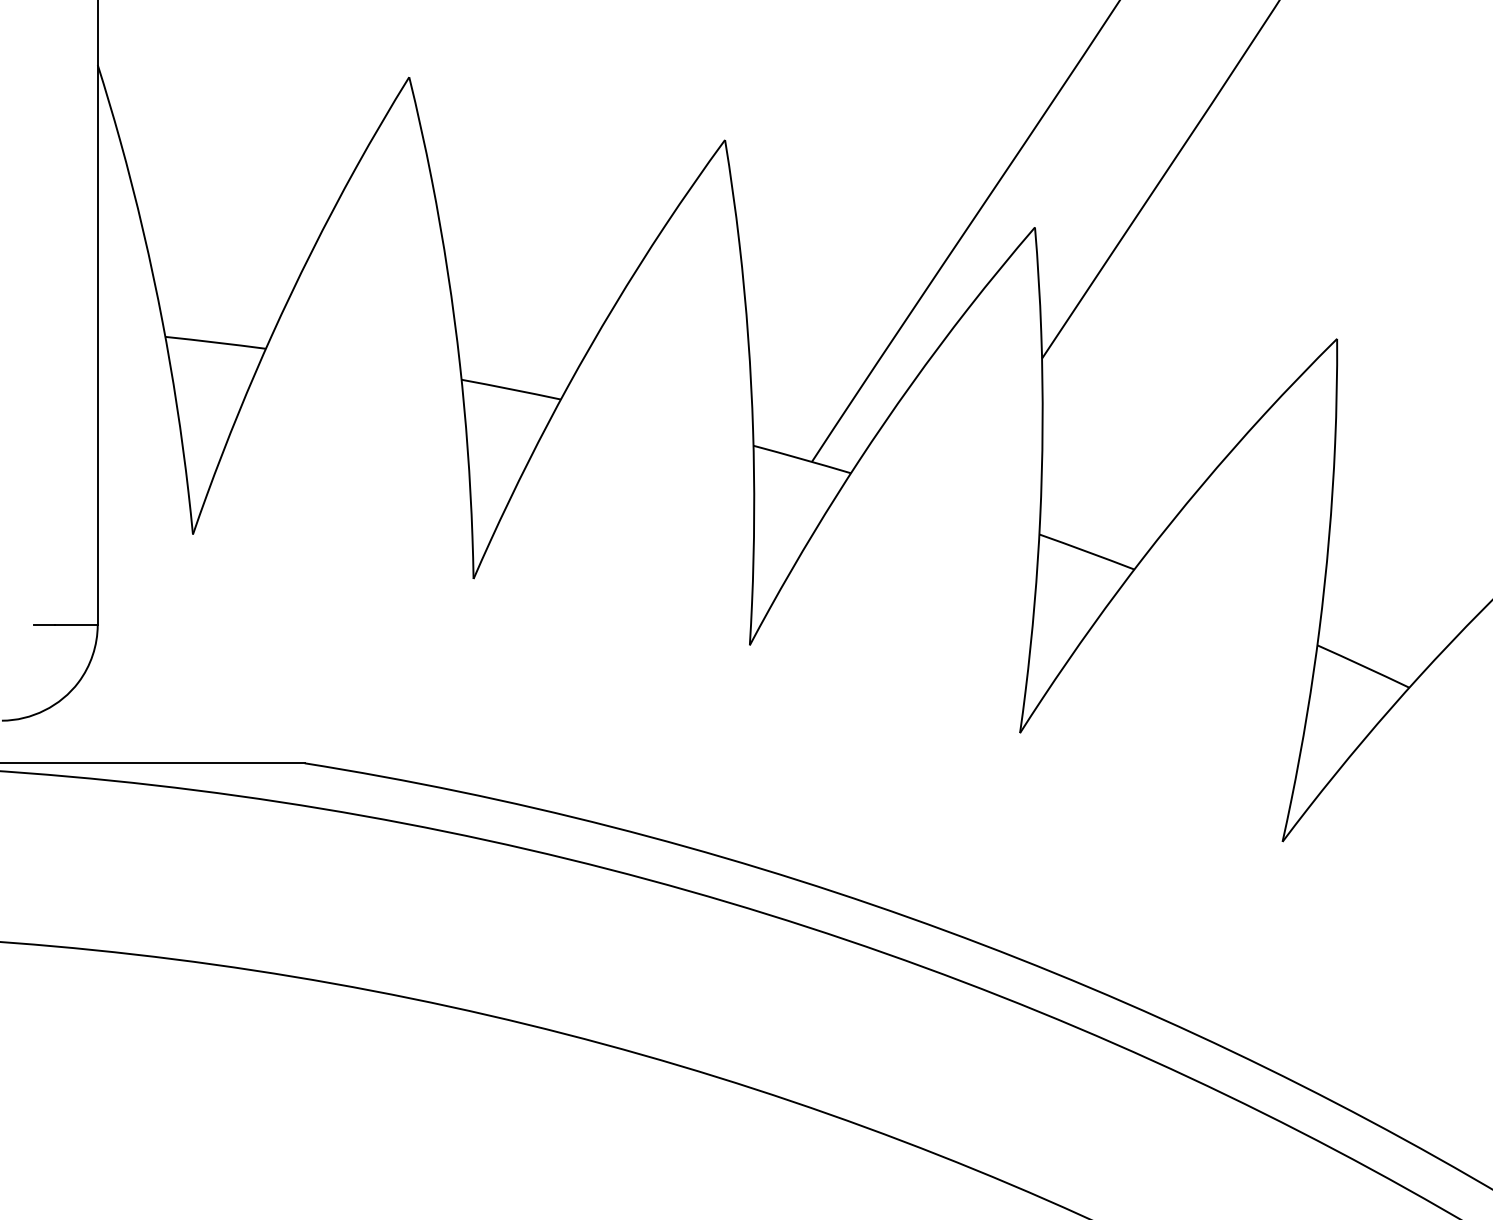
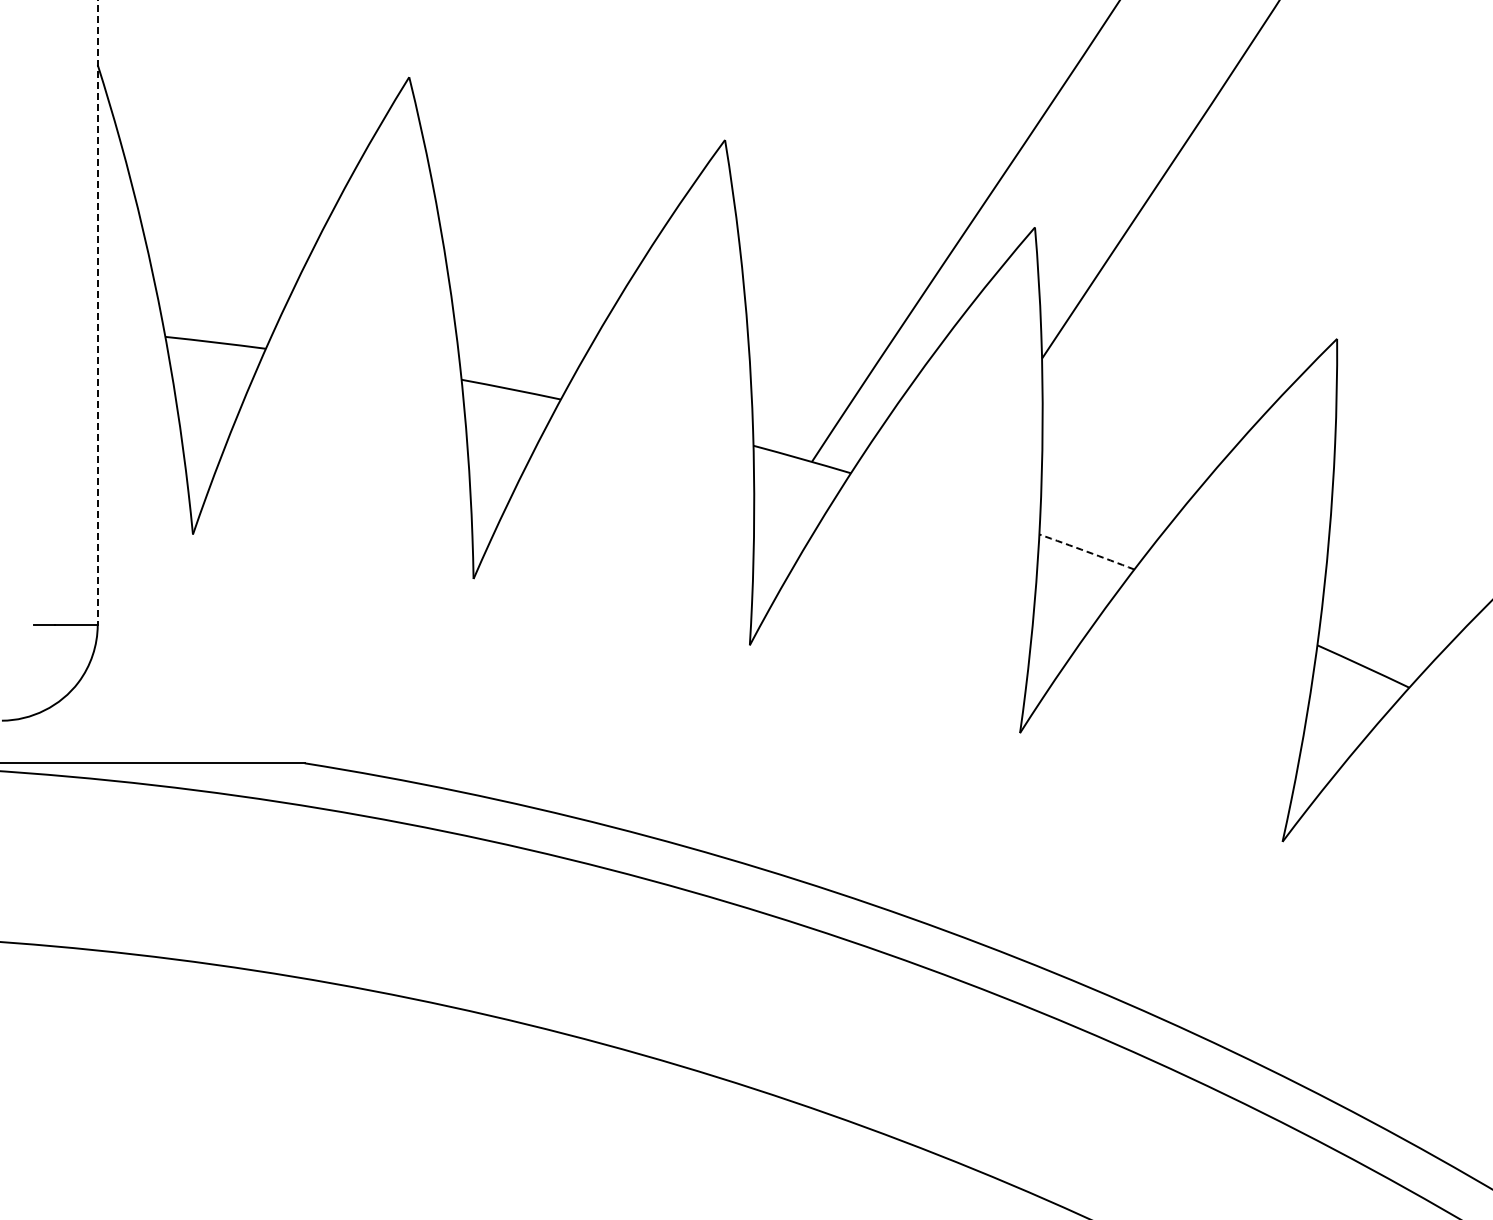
line at (97, 312): solid -> dashed
arc at (1087, 551): solid -> dashed
